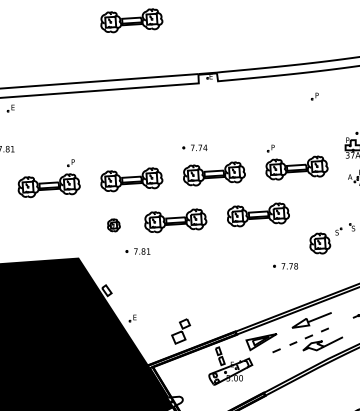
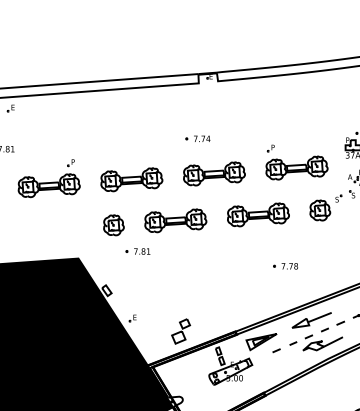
part at (131, 20): present -> none
part at (314, 96): present -> none
part at (194, 147) position: (194, 147) -> (197, 138)
part at (113, 225) size: 14x15 px -> 22x23 px
part at (332, 238) position: (332, 238) -> (332, 205)
line at (340, 322): none -> present
